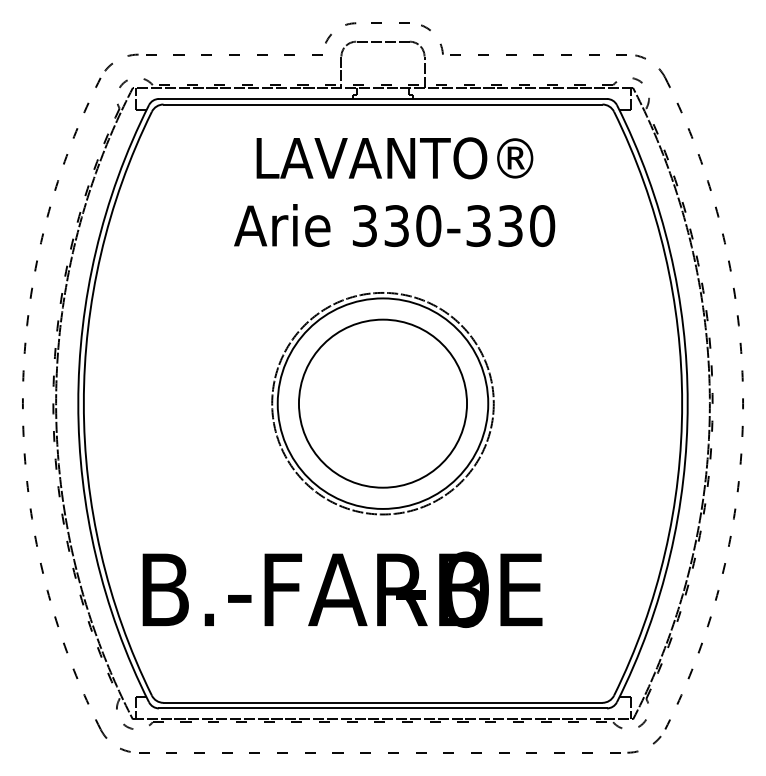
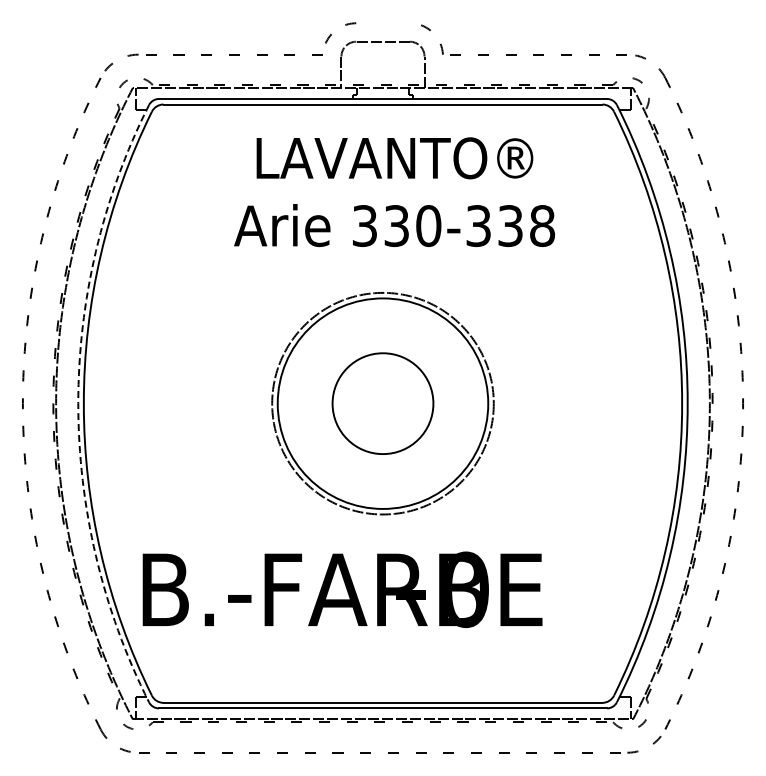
line at (381, 22): present -> none
text at (542, 225): 330-330 -> 330-338
arc at (78, 403): solid -> dashed
circle at (382, 403) diameter: 168 px -> 101 px
